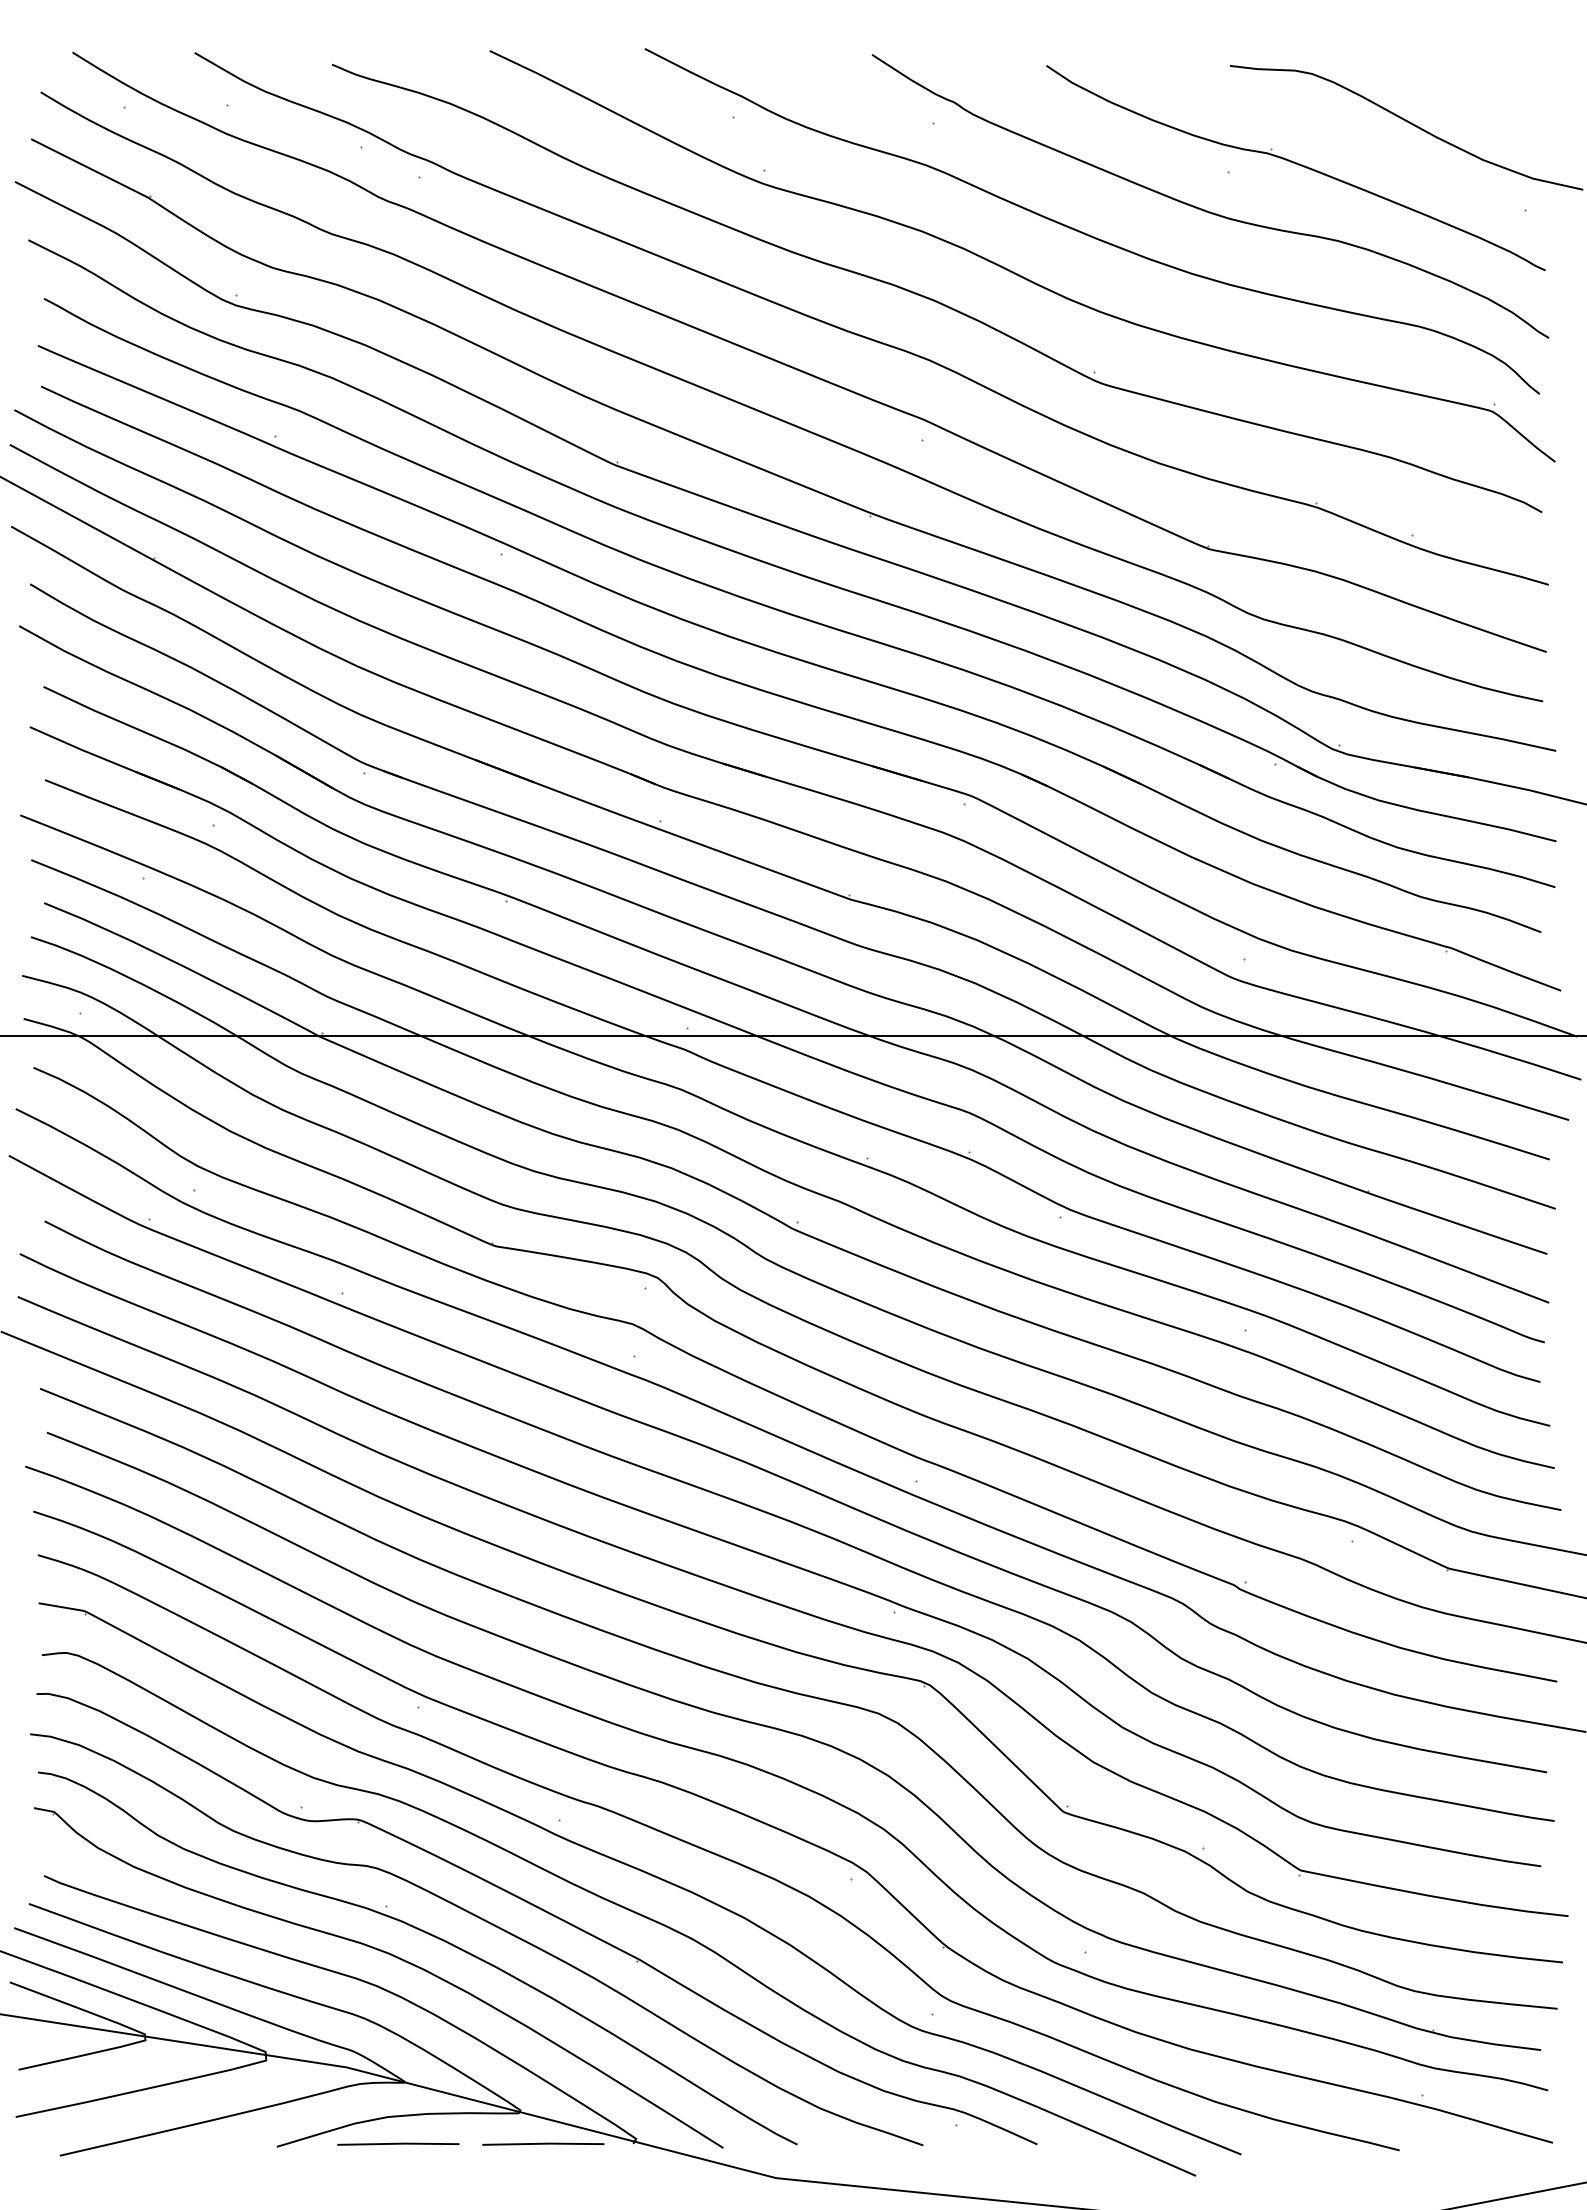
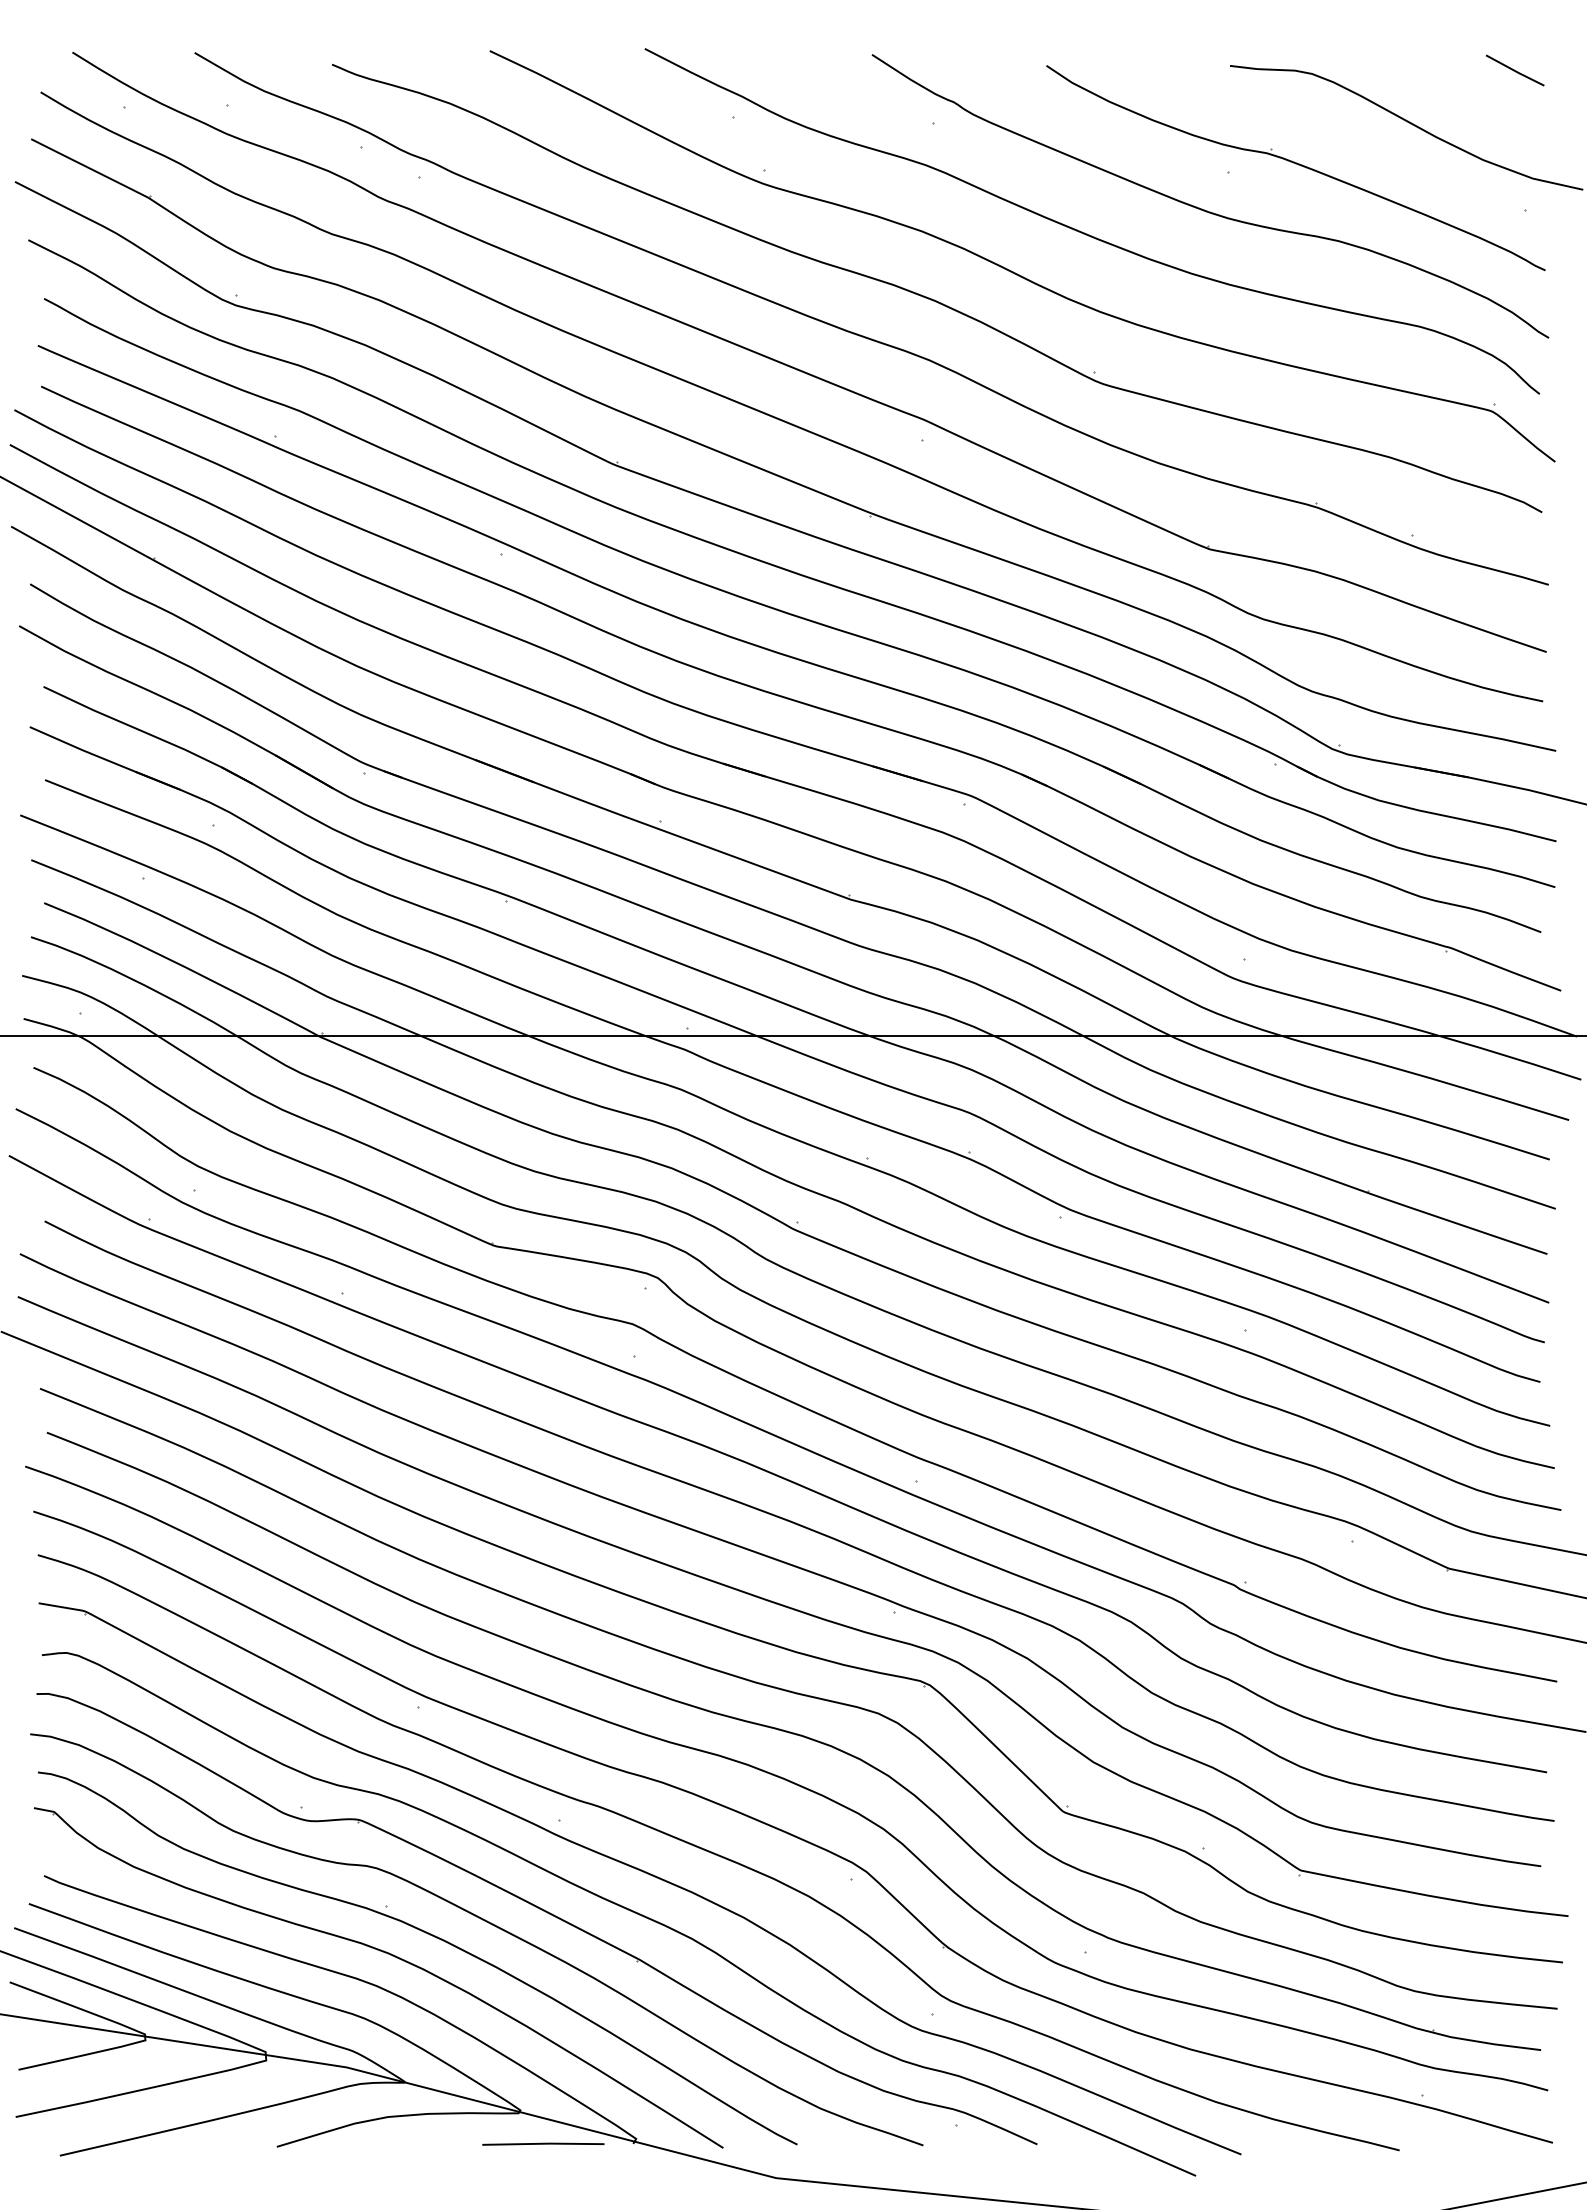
line at (1515, 70): none -> present
line at (398, 2143): present -> none
